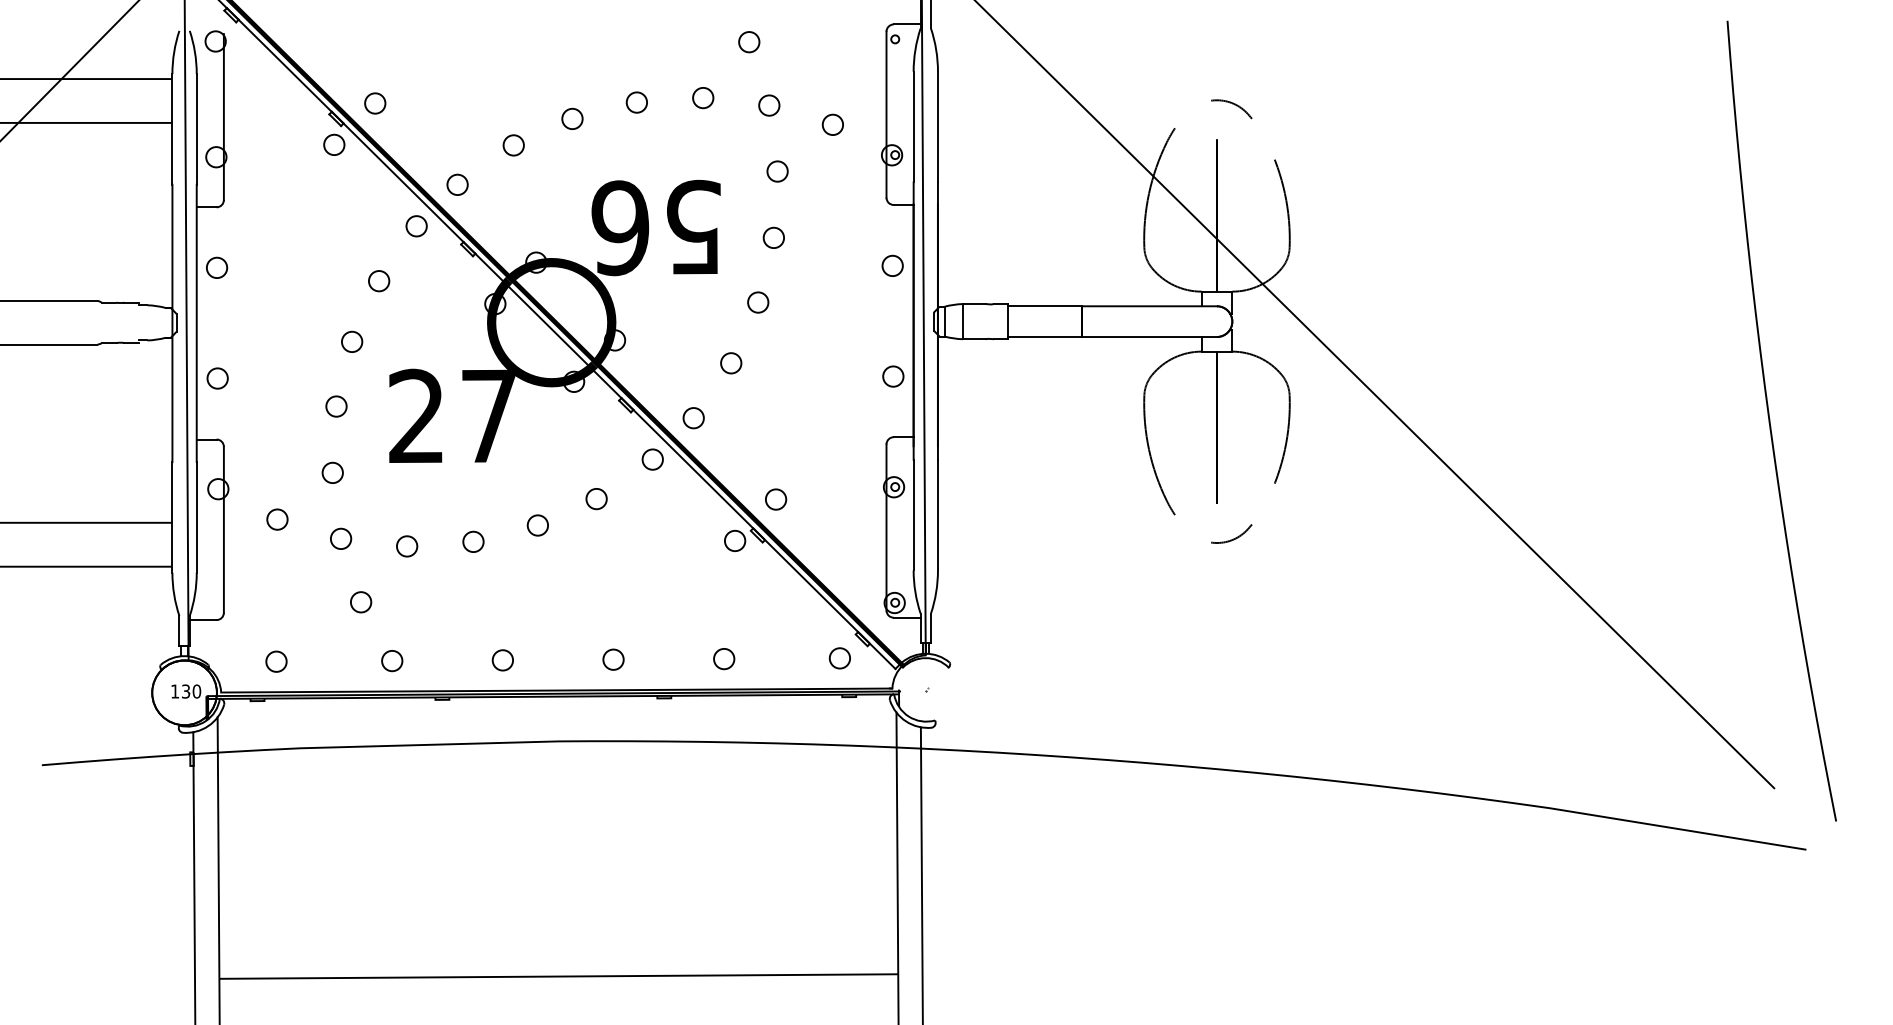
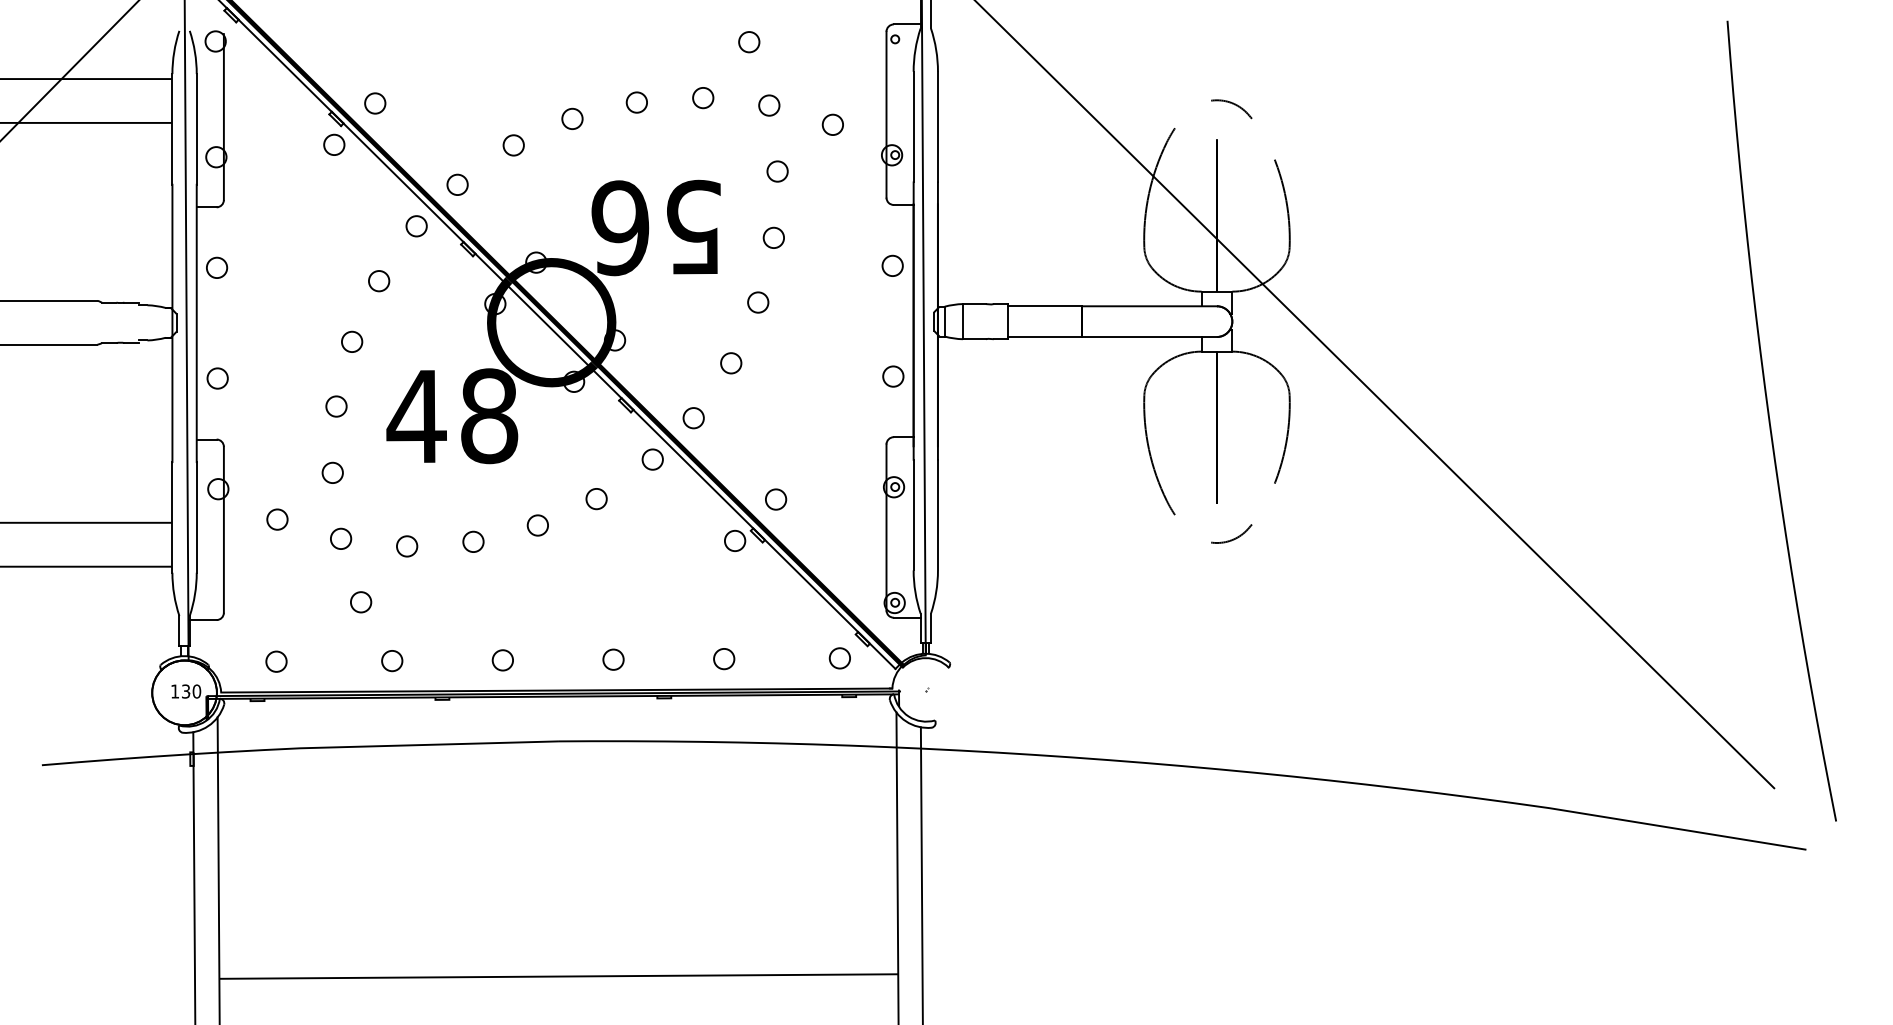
text at (452, 416): 27 -> 48
